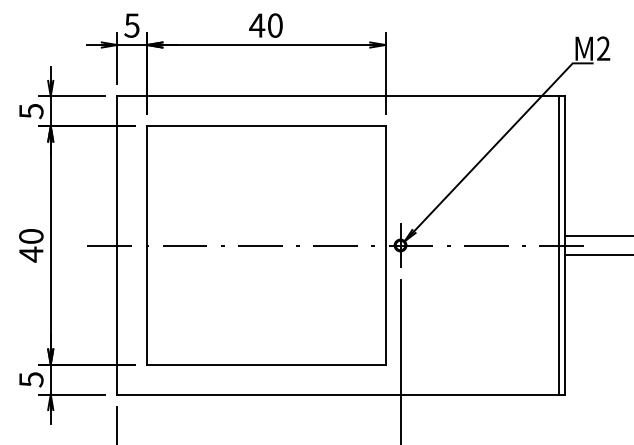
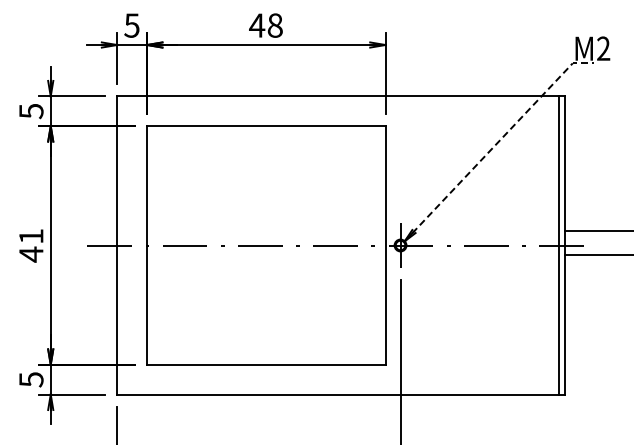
text at (274, 25): 40 -> 48
line at (496, 143): solid -> dashed
text at (31, 236): 40 -> 41
line at (597, 236) position: (597, 236) -> (597, 231)
